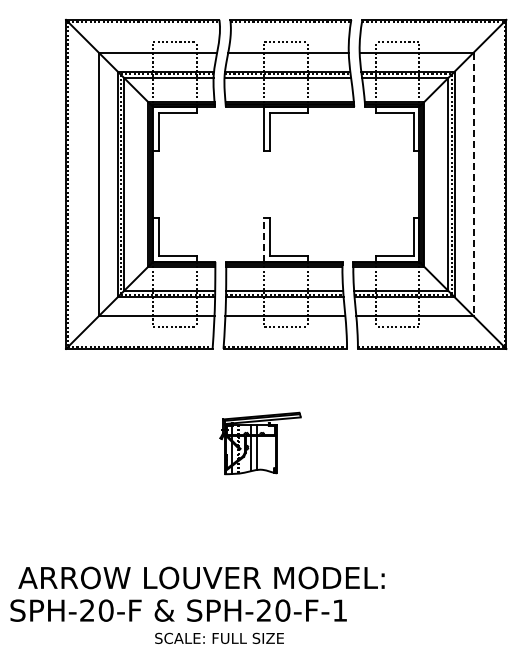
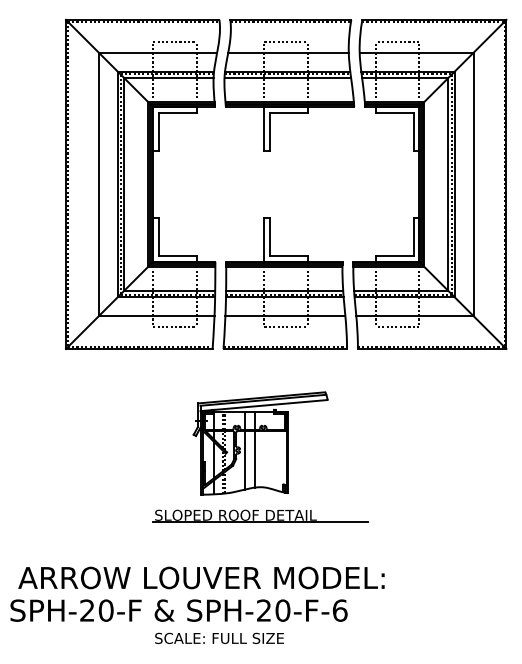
line at (473, 184): dashed -> solid
line at (264, 240): dashed -> solid
part at (260, 443) size: 83x65 px -> 137x105 px
part at (260, 515): none -> present
text at (339, 610): SPH-20-F-1 -> SPH-20-F-6
